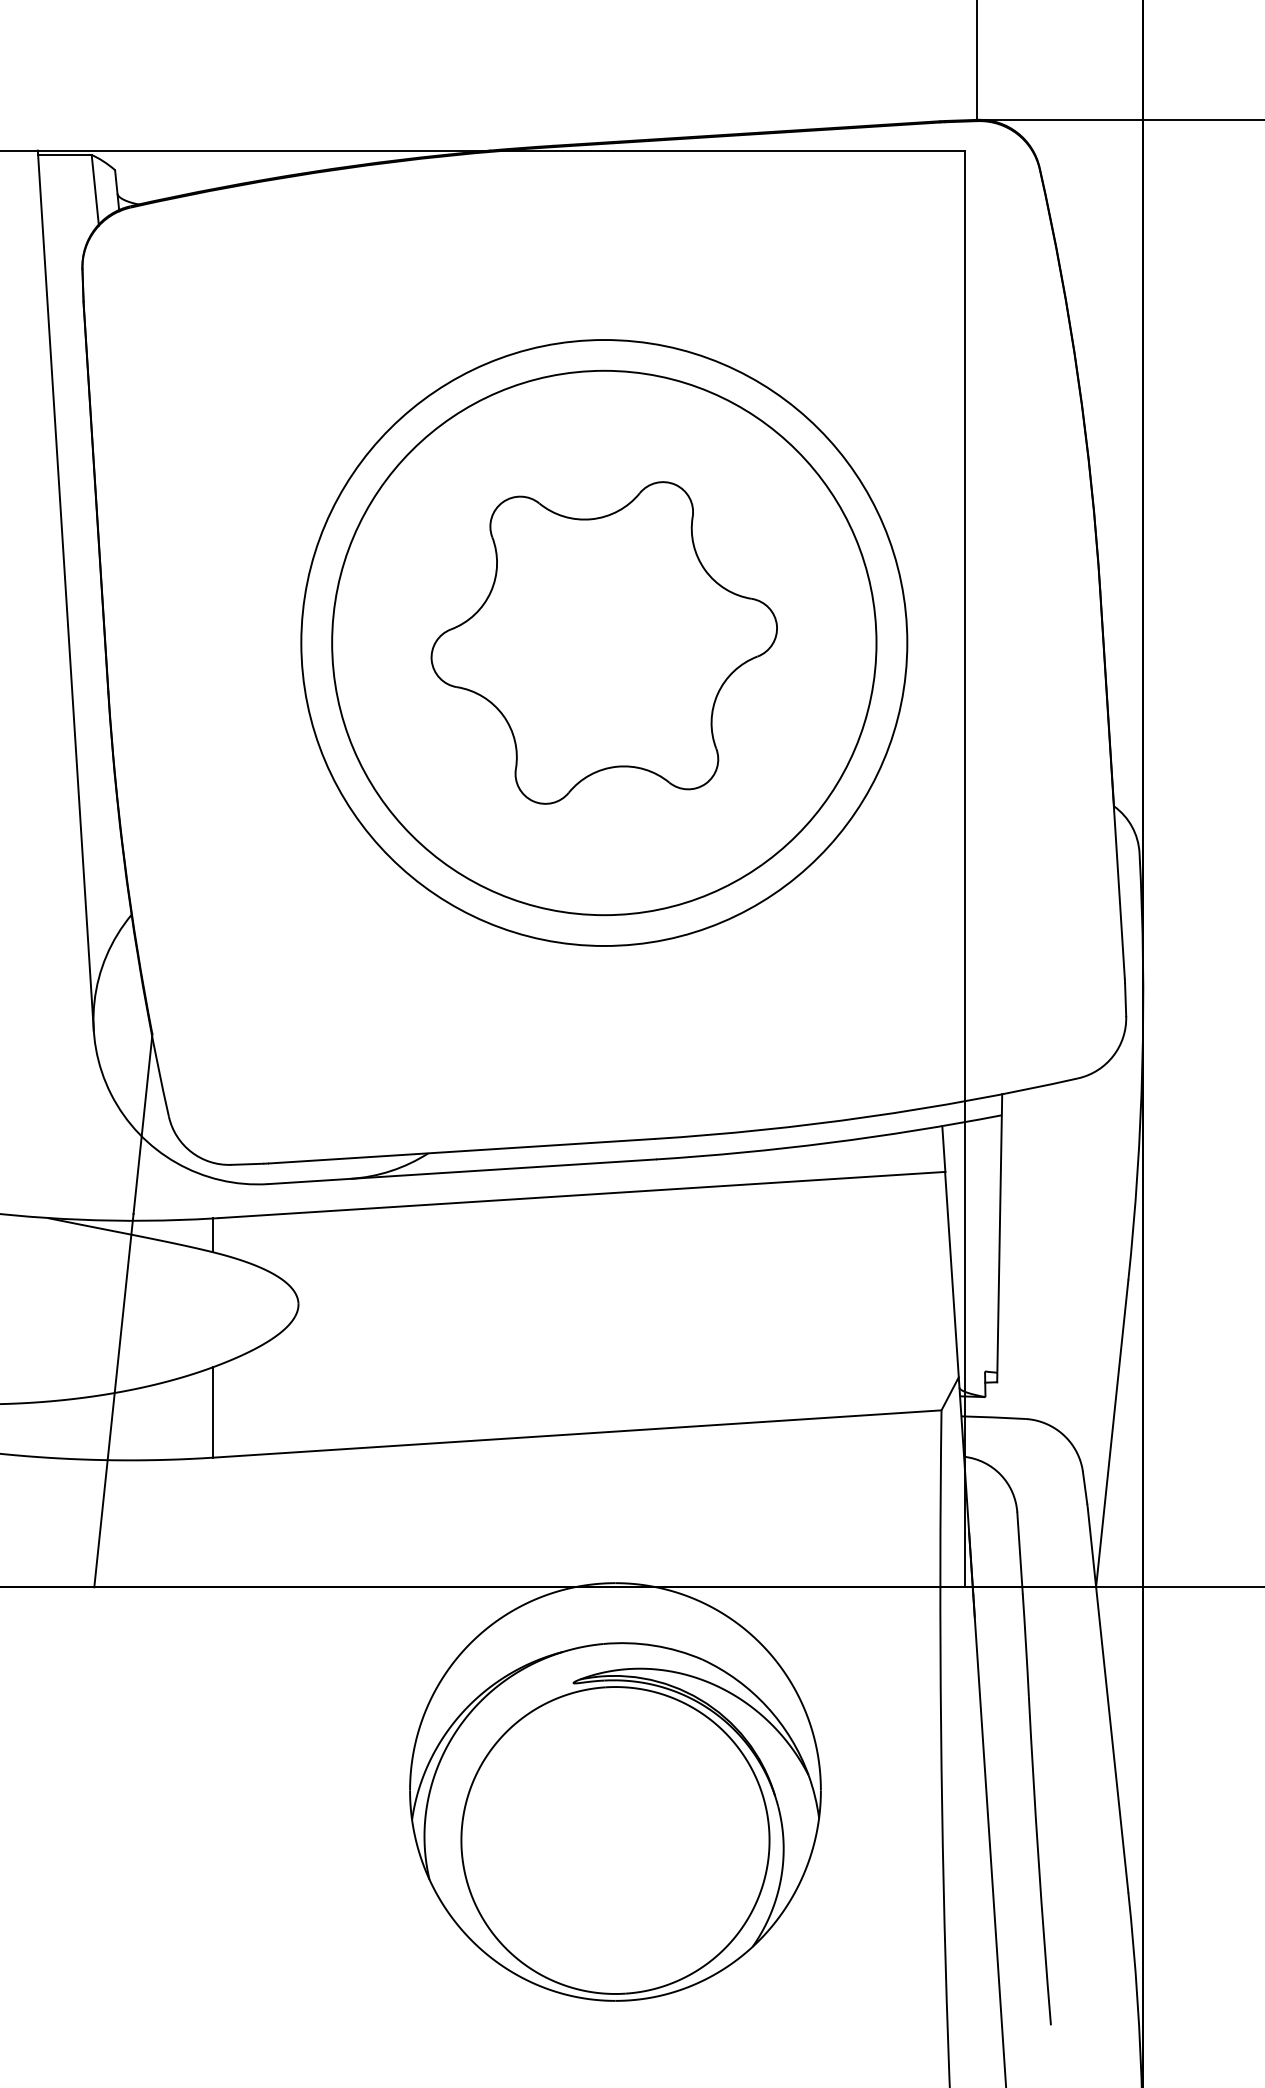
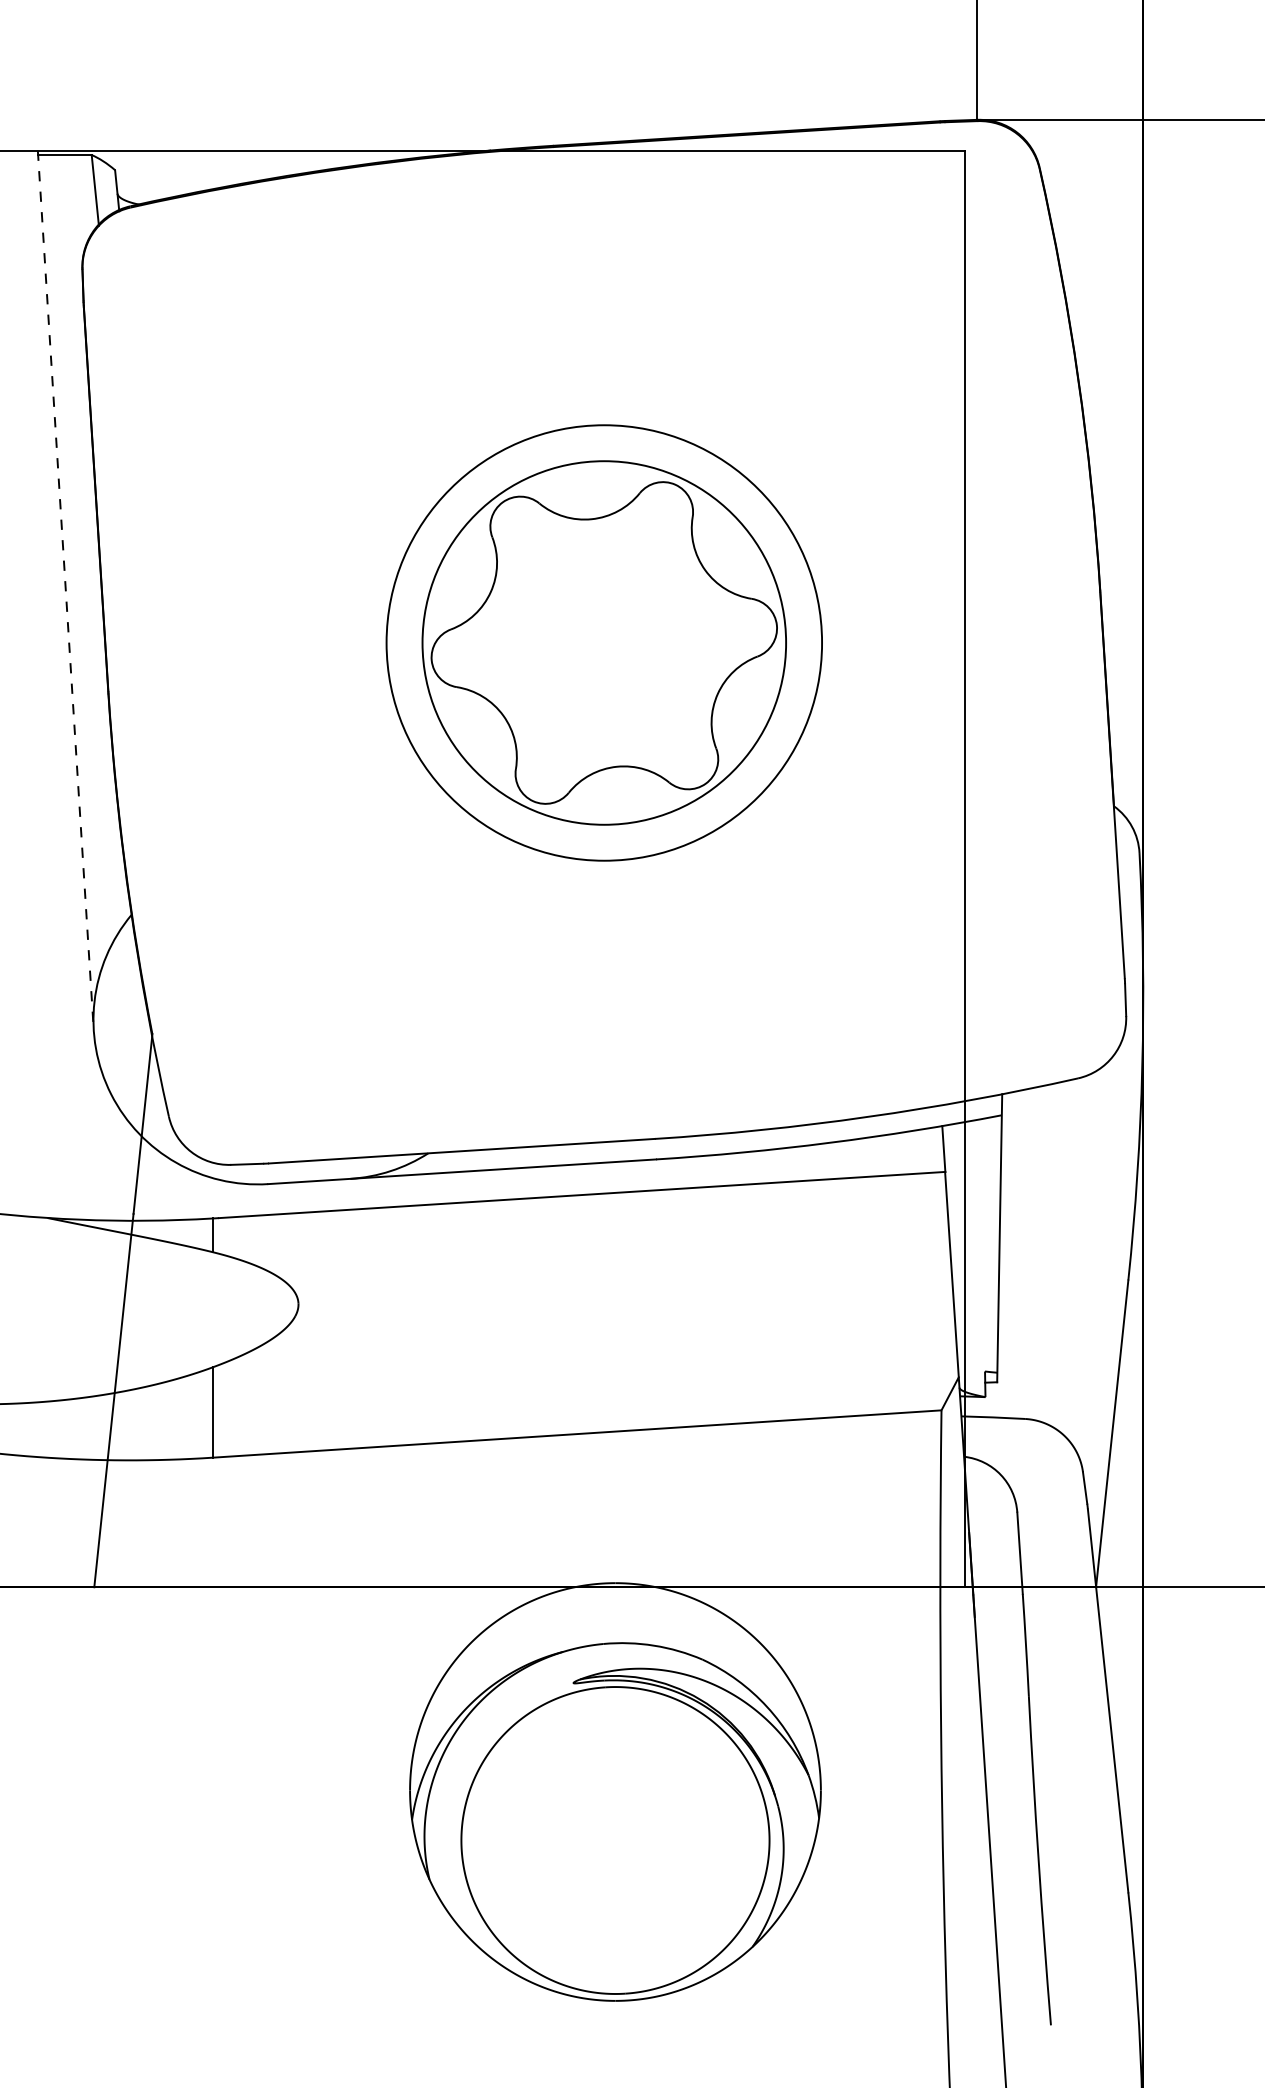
line at (65, 590): solid -> dashed
circle at (604, 642) diameter: 544 px -> 435 px
circle at (604, 643) diameter: 606 px -> 364 px
